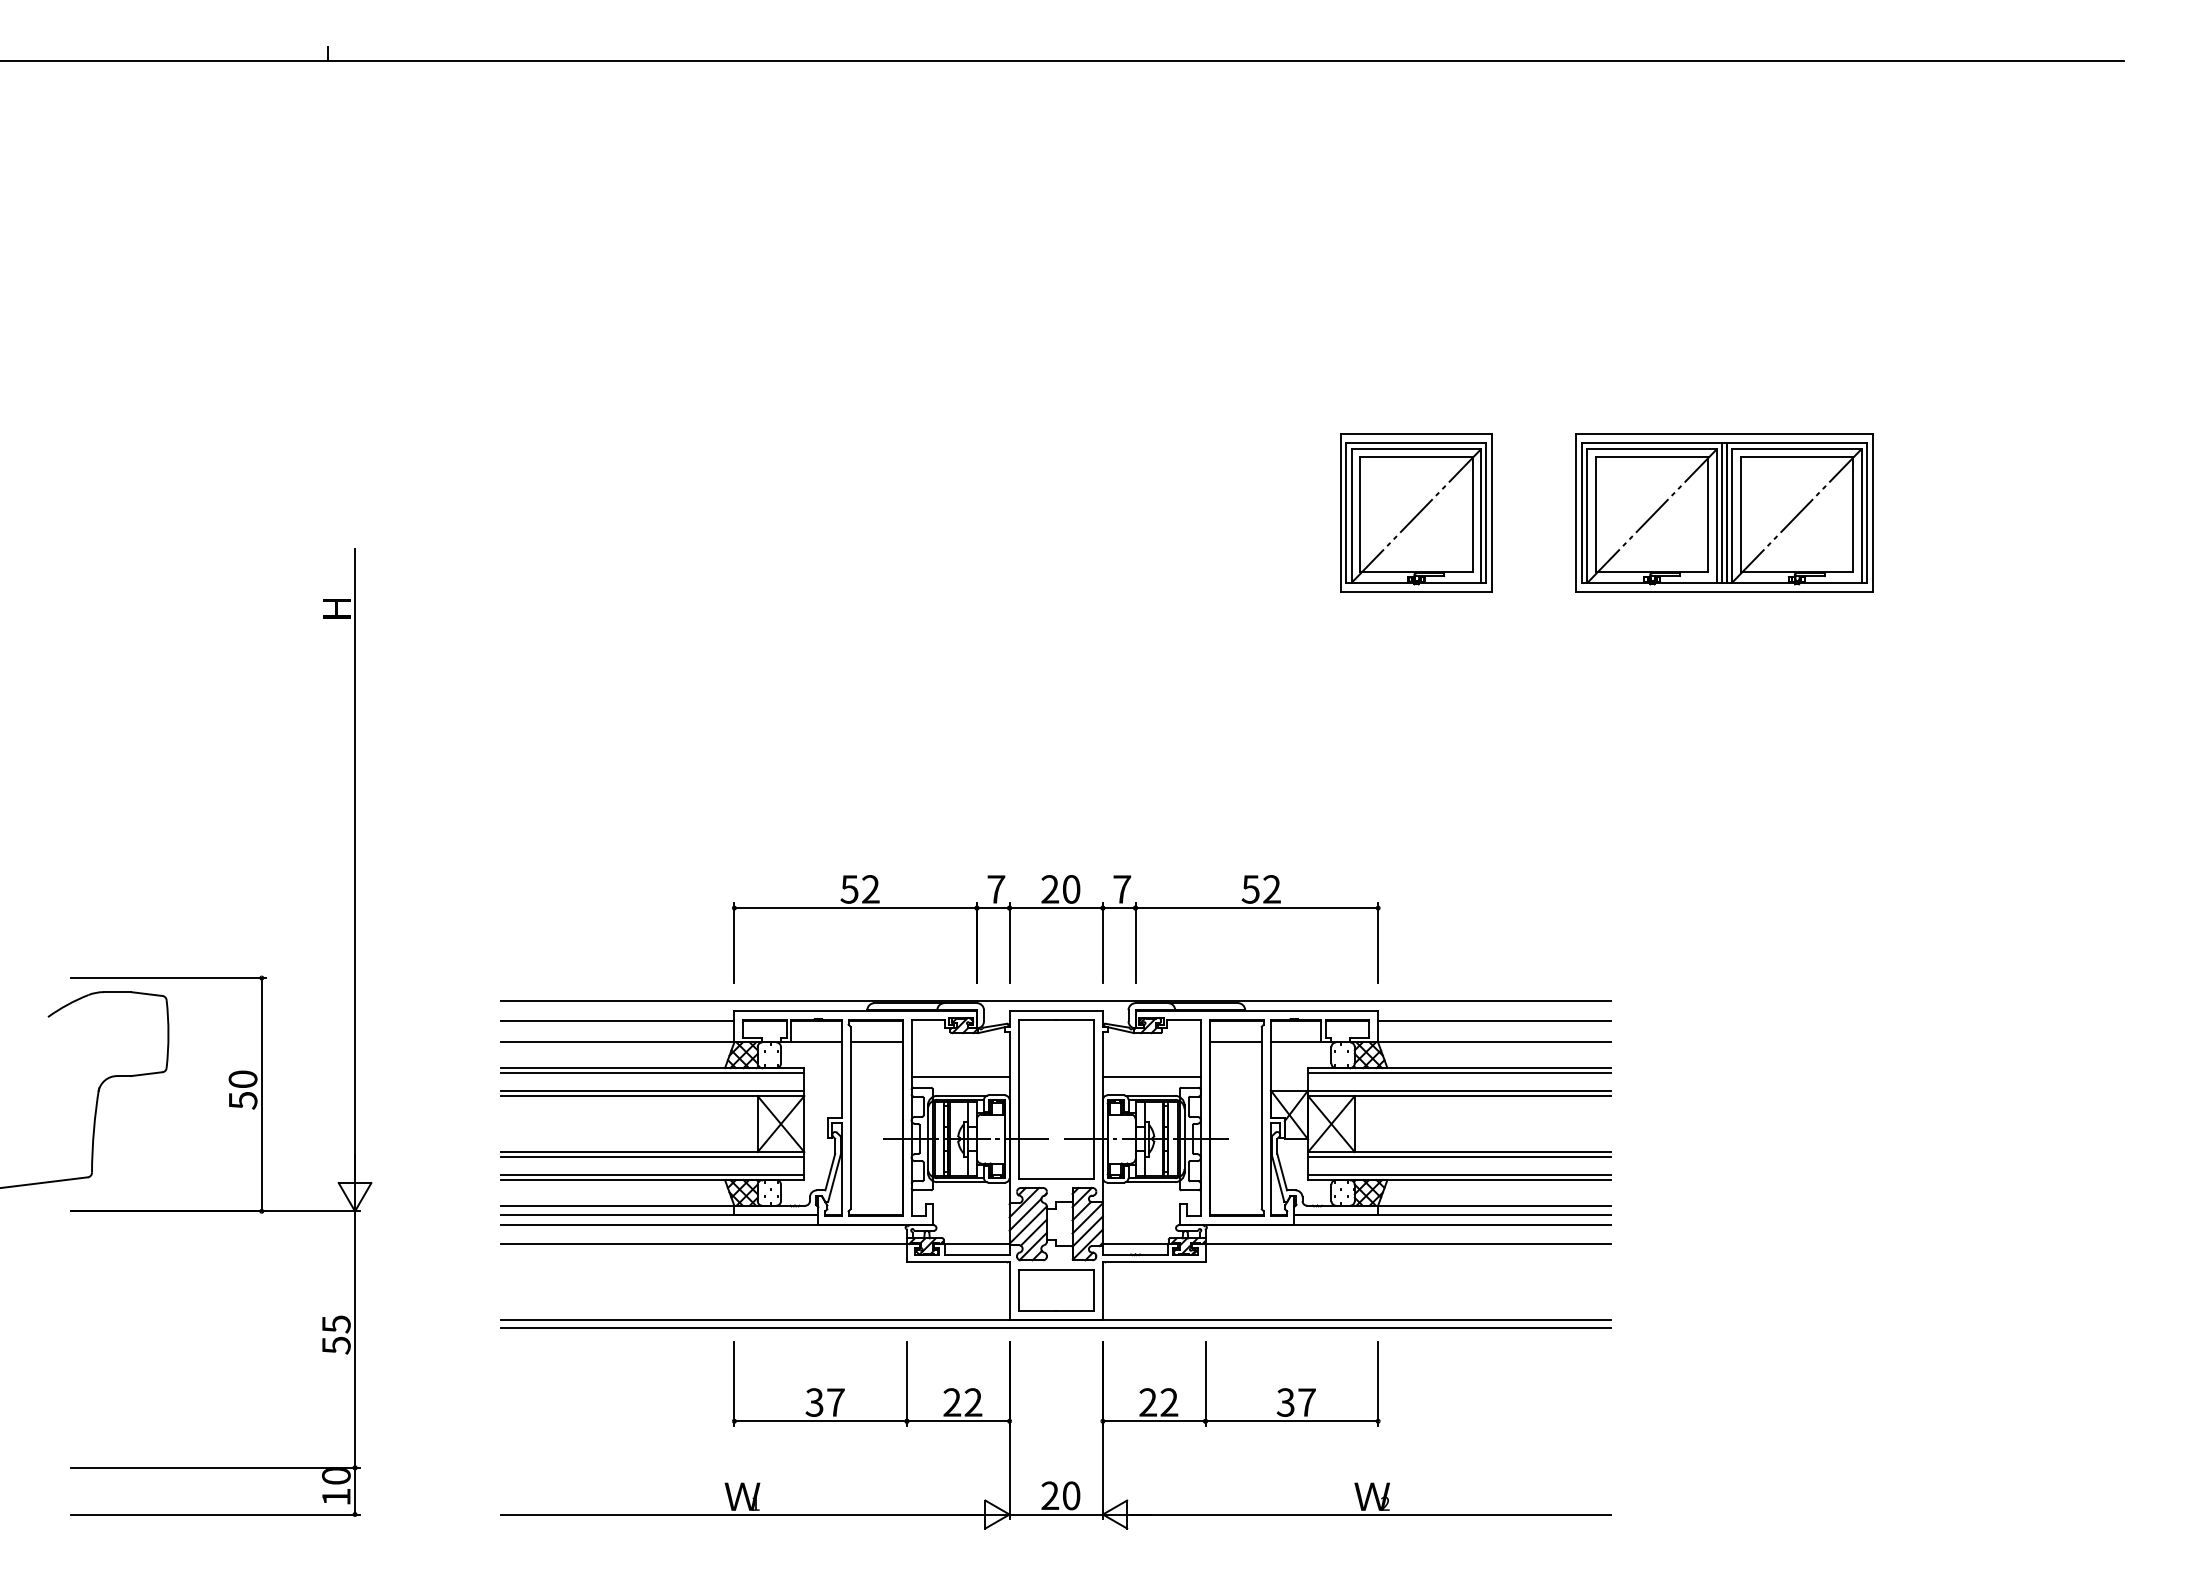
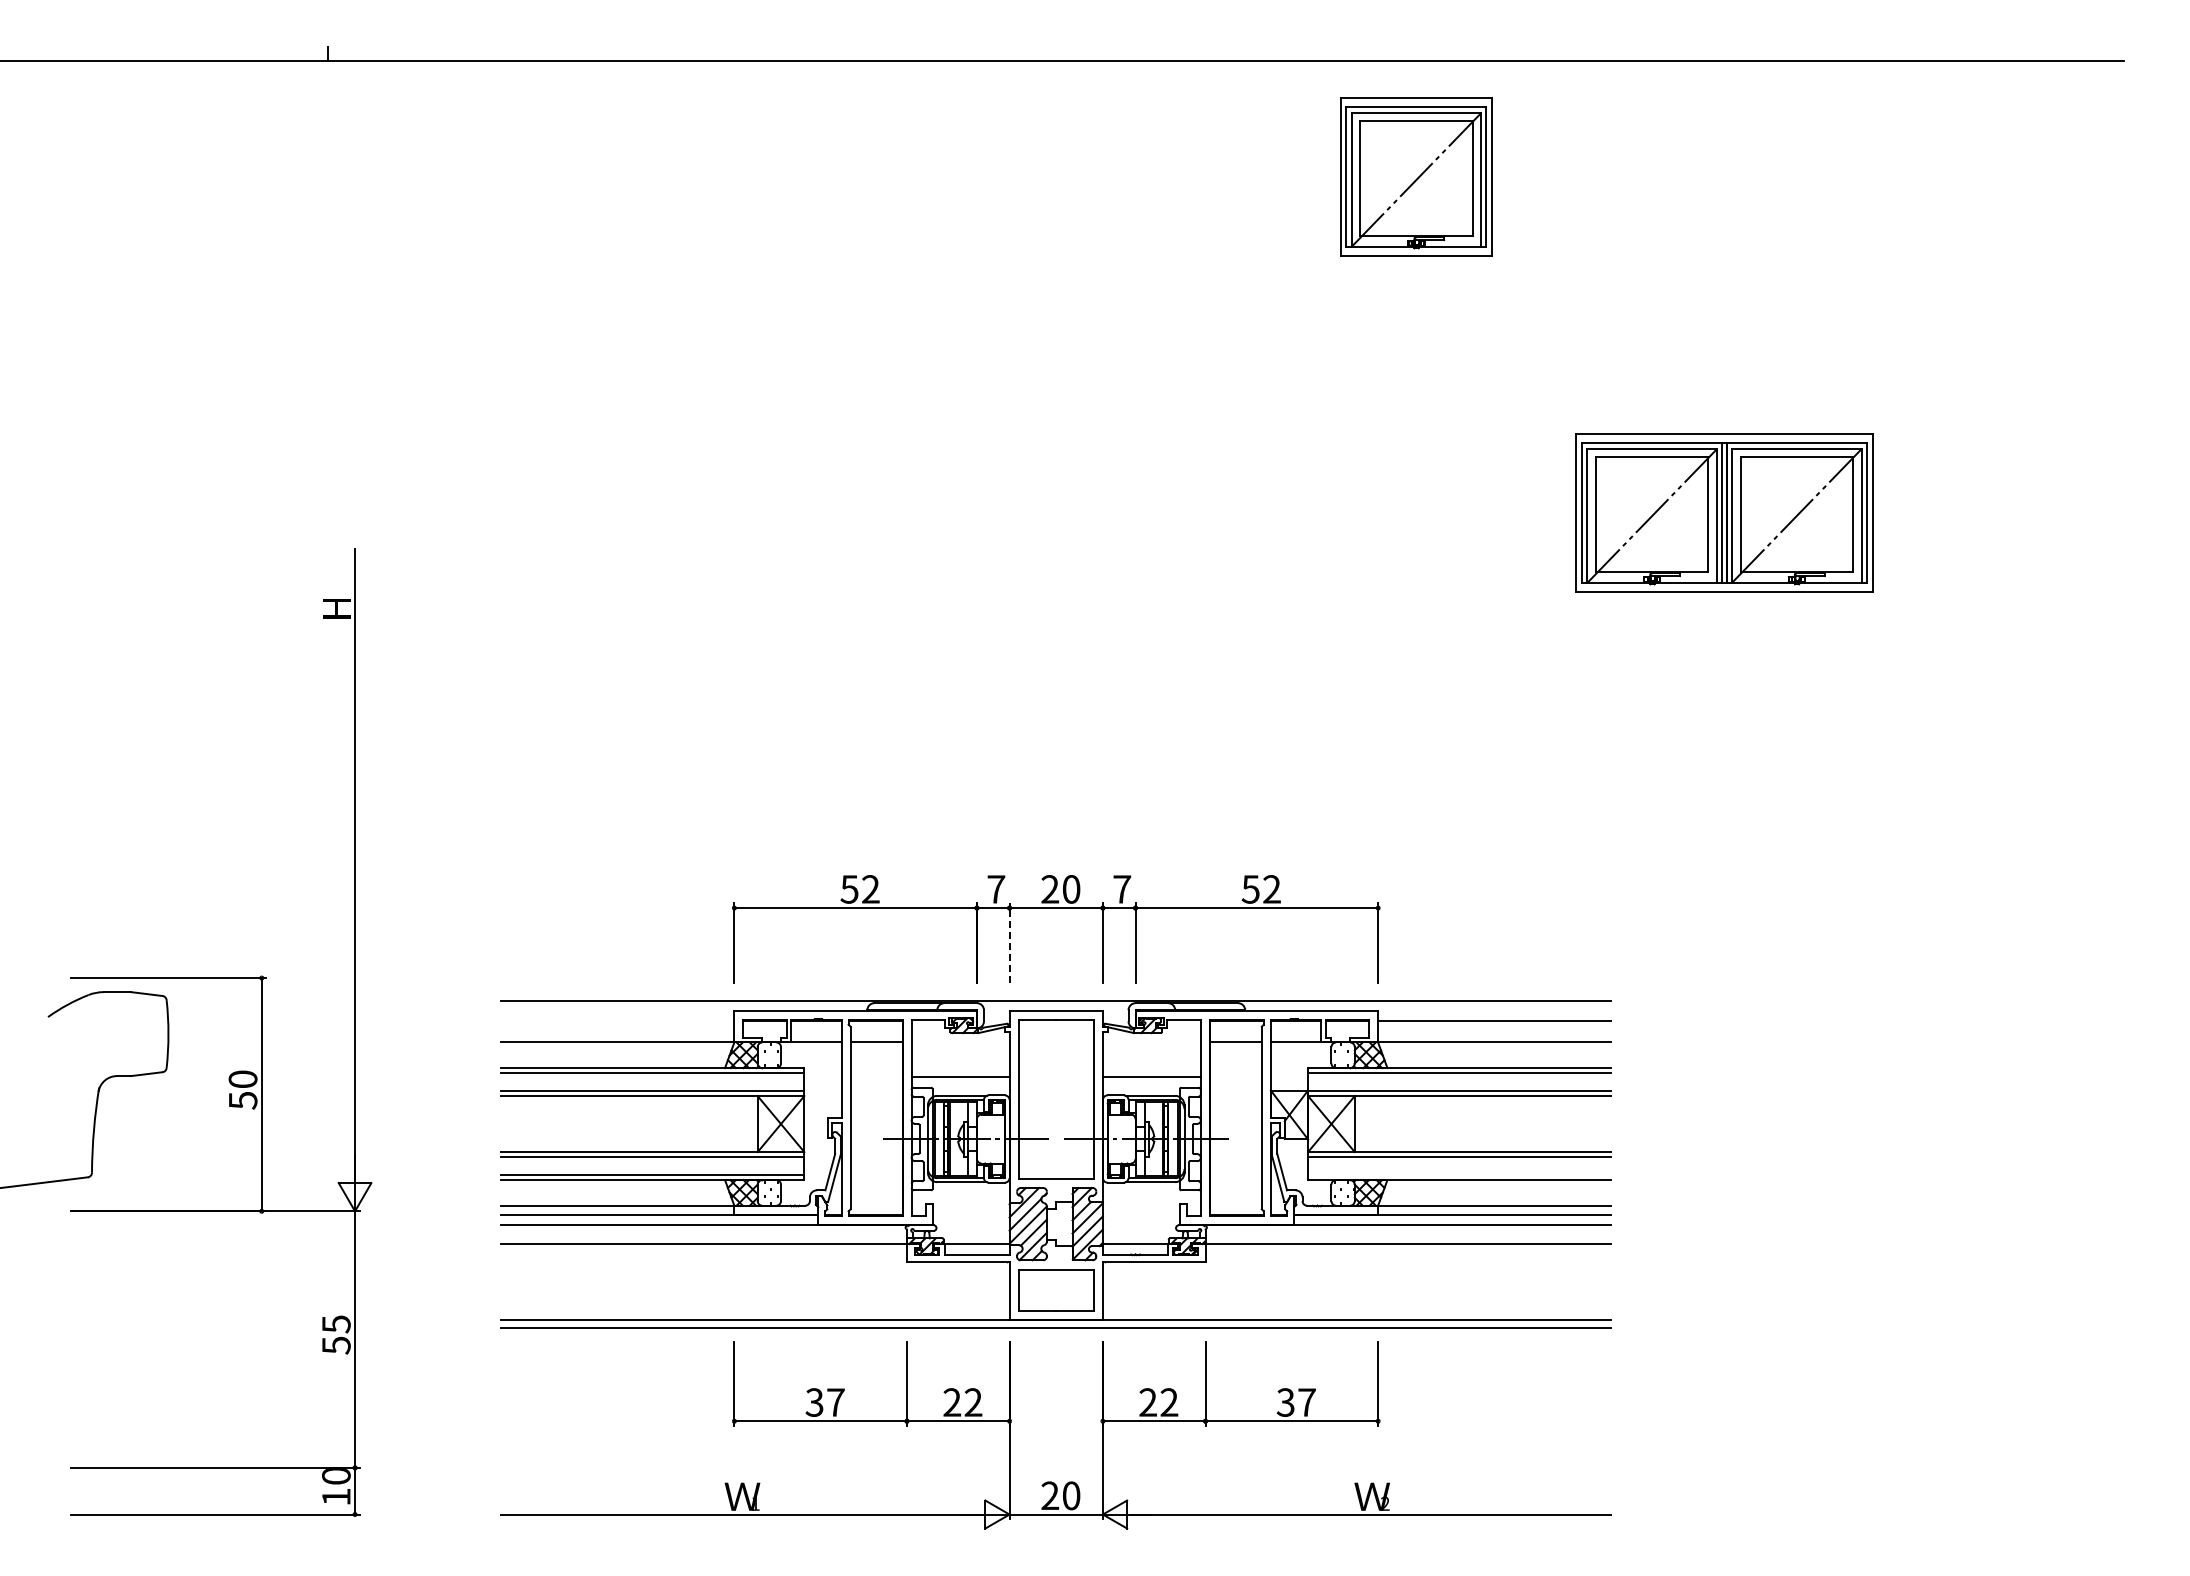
part at (1416, 512) position: (1416, 512) -> (1416, 176)
line at (1009, 943): solid -> dashed
line at (617, 1021): present -> none
line at (1459, 1175): present -> none
